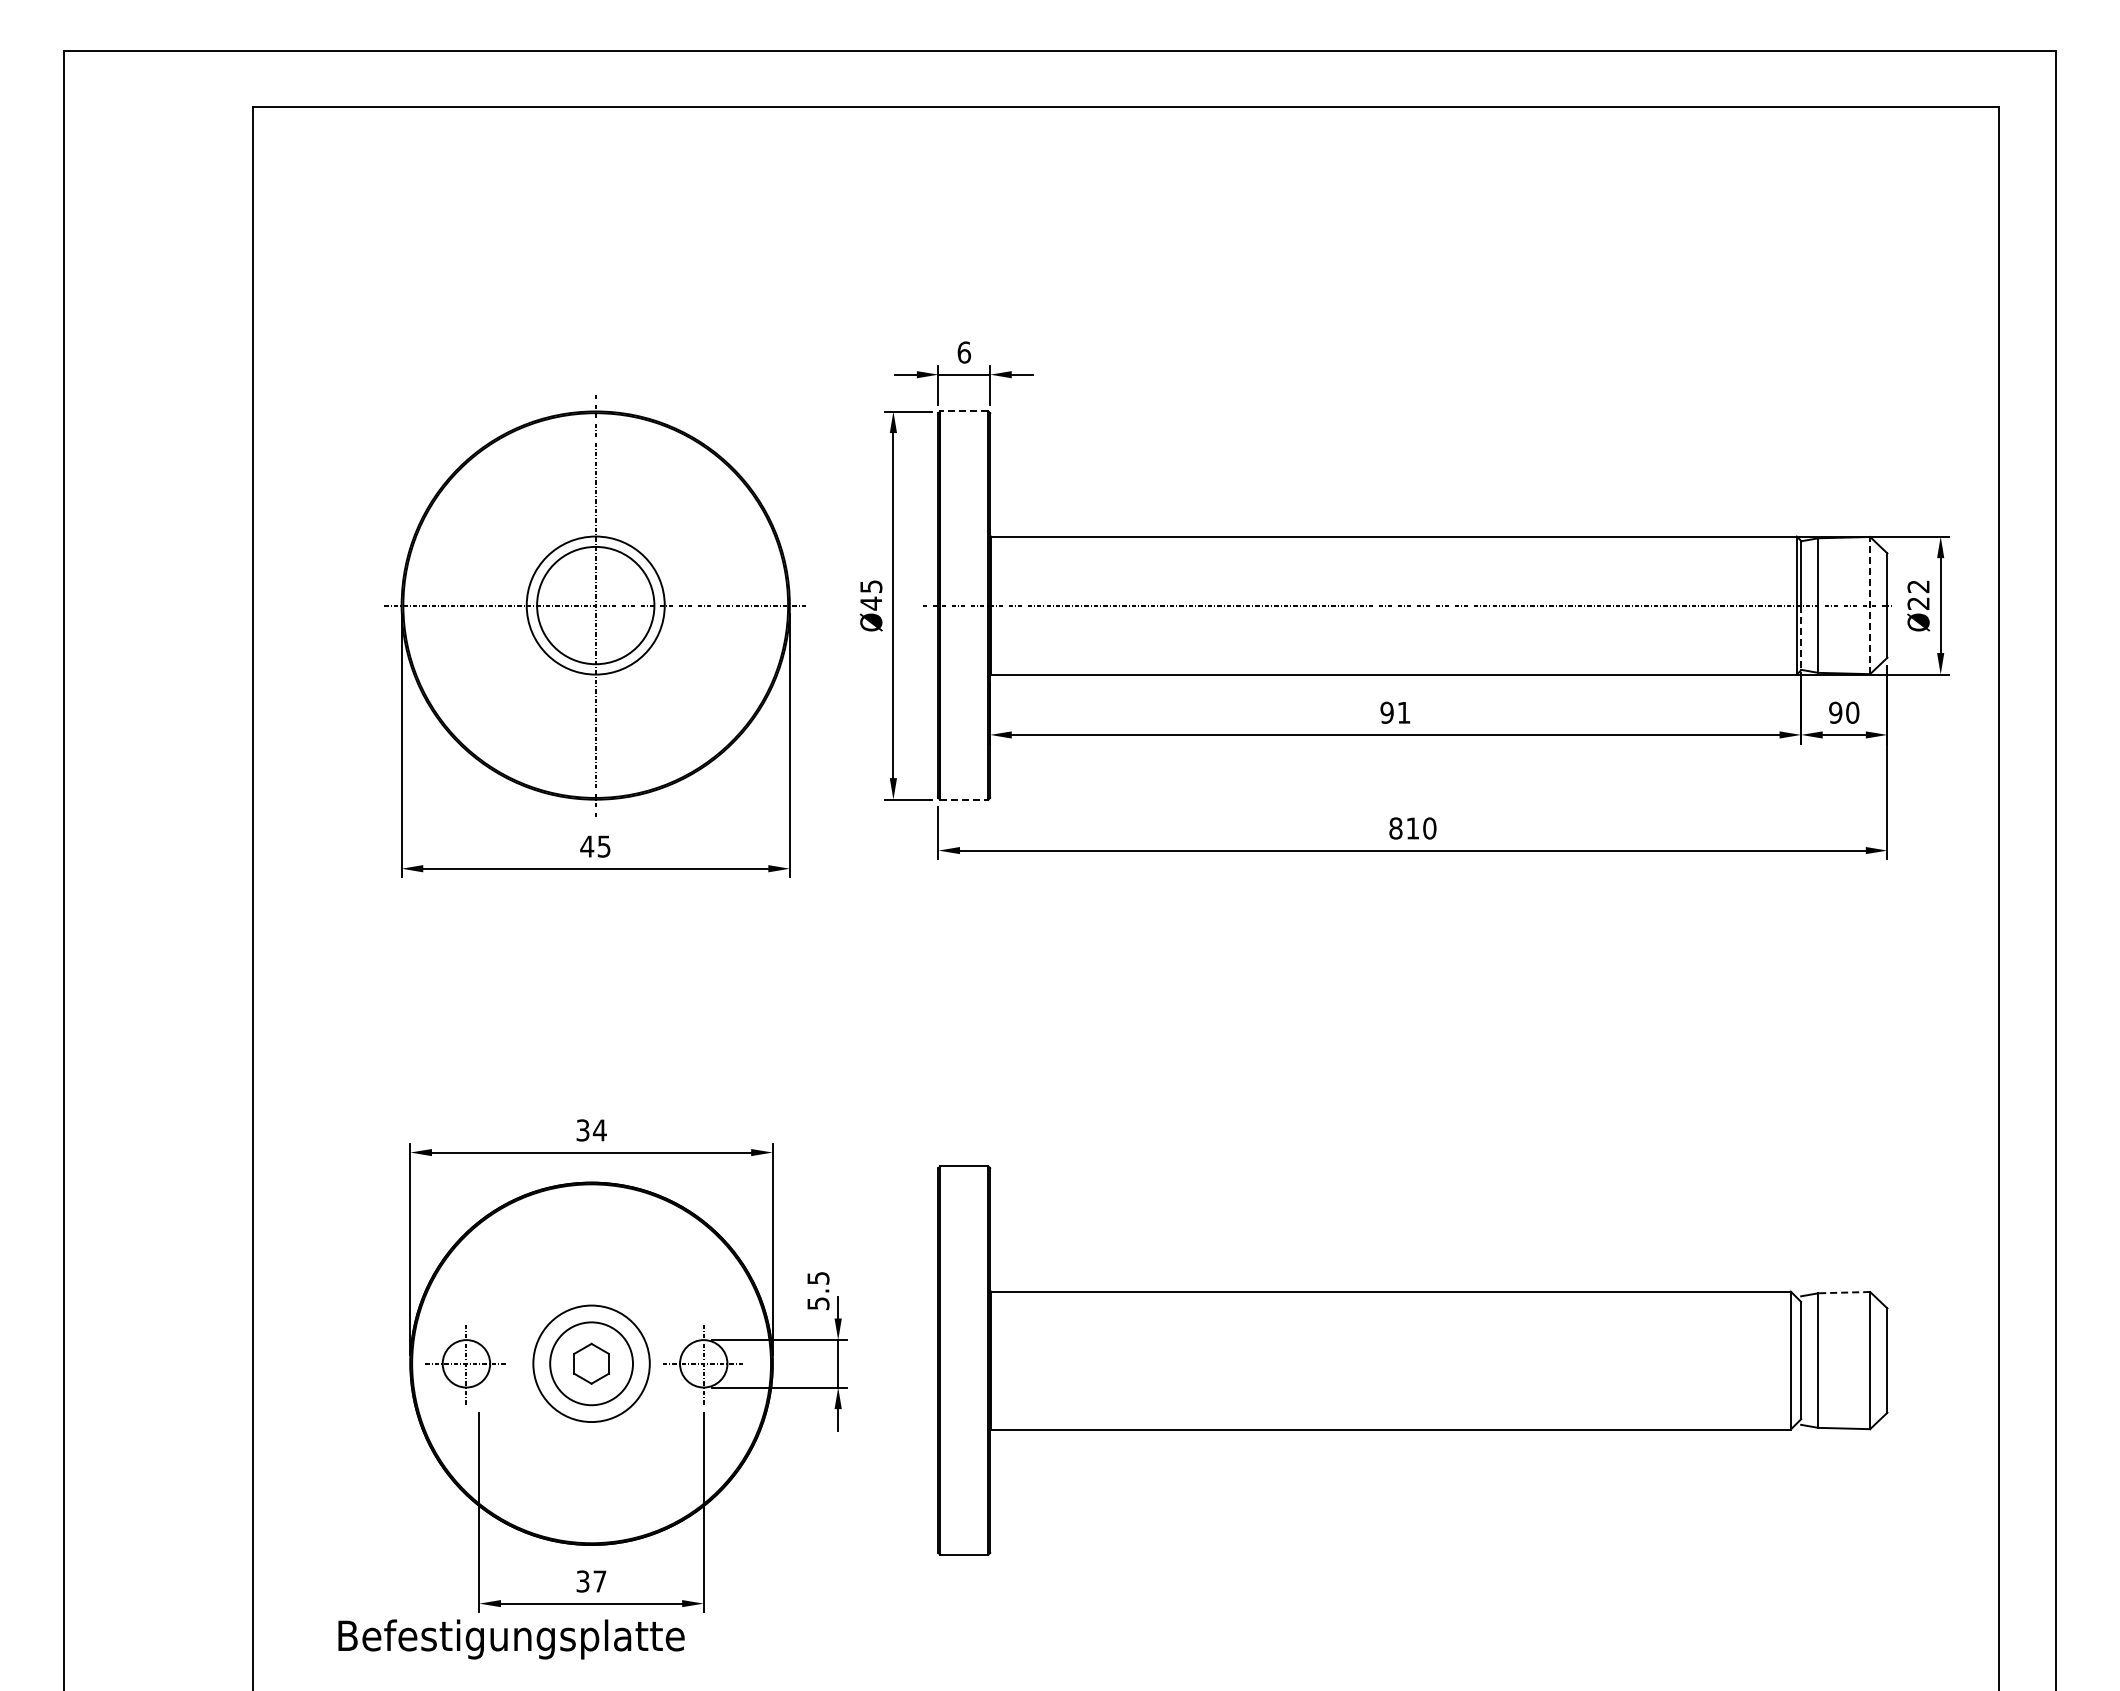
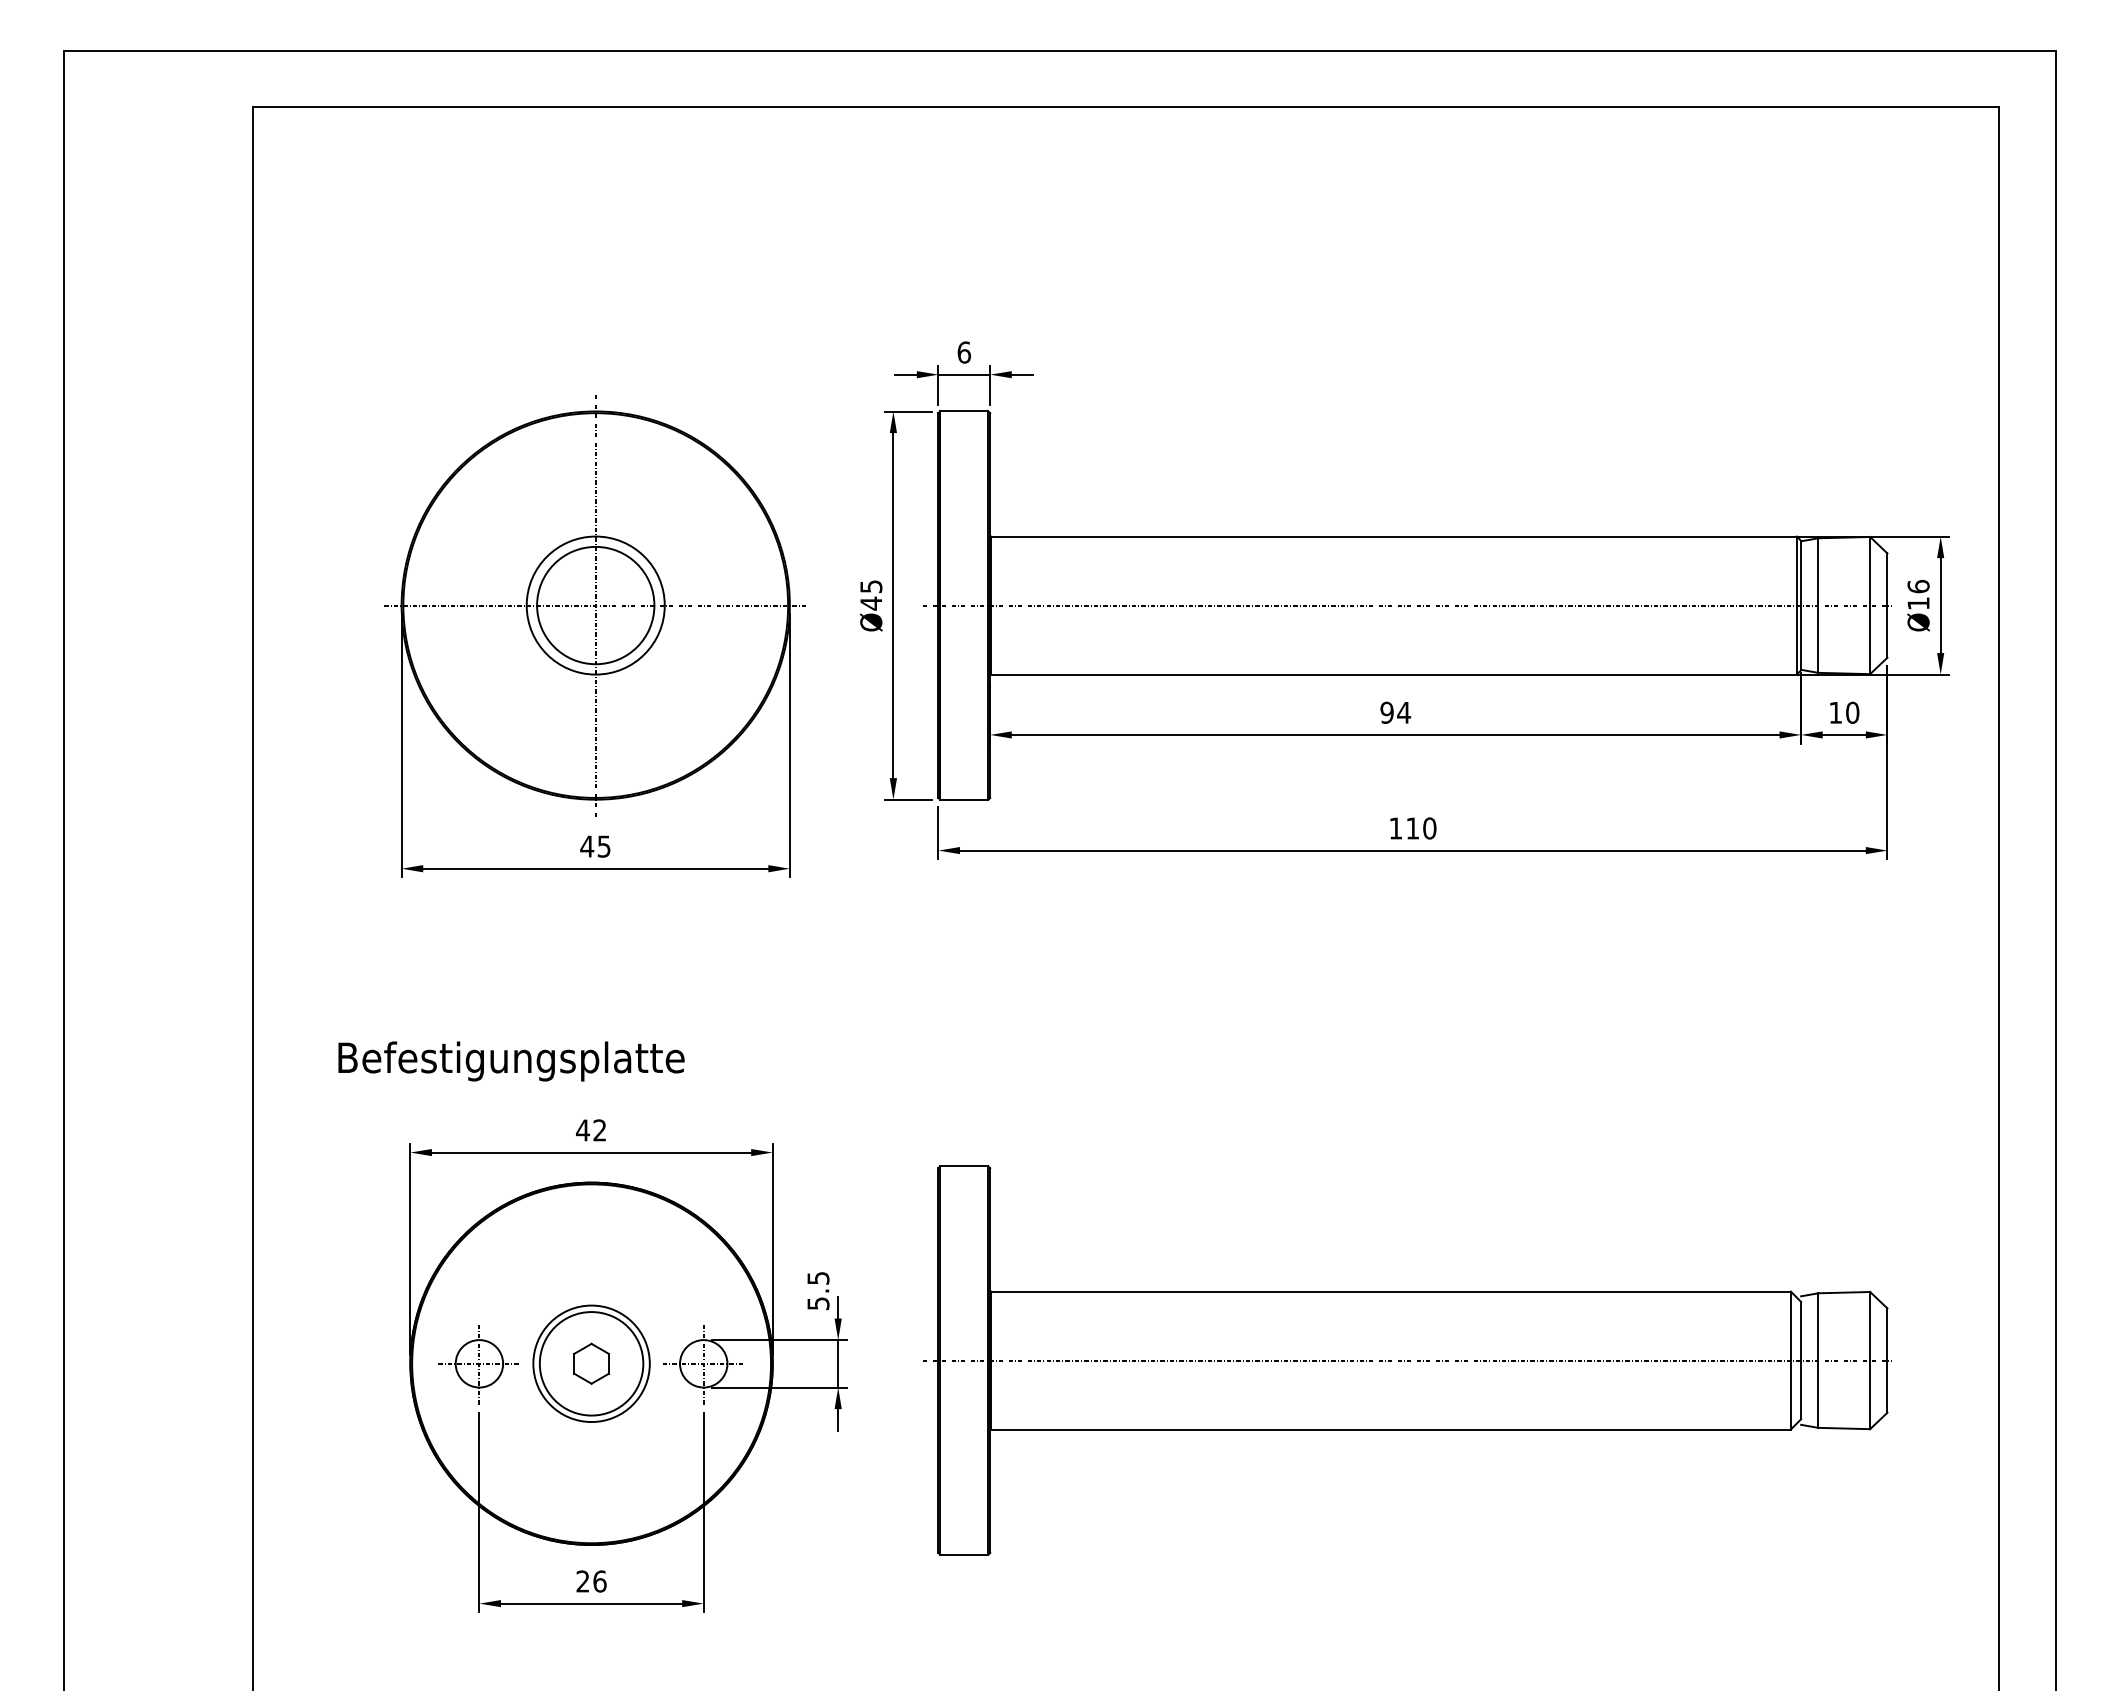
line at (963, 411): dashed -> solid
text at (1918, 594): Ø22 -> Ø16
line at (1870, 605): dashed -> solid
line at (1801, 638): dashed -> solid
text at (1404, 712): 91 -> 94
text at (1835, 712): 90 -> 10
line at (964, 799): dashed -> solid
text at (1395, 828): 810 -> 110
text at (591, 1130): 34 -> 42
line at (1844, 1292): dashed -> solid
line at (1407, 1360): none -> present
circle at (591, 1363) diameter: 83 px -> 104 px
part at (465, 1364) position: (465, 1364) -> (478, 1364)
text at (591, 1581): 37 -> 26
text at (511, 1639) position: (511, 1639) -> (511, 1061)
